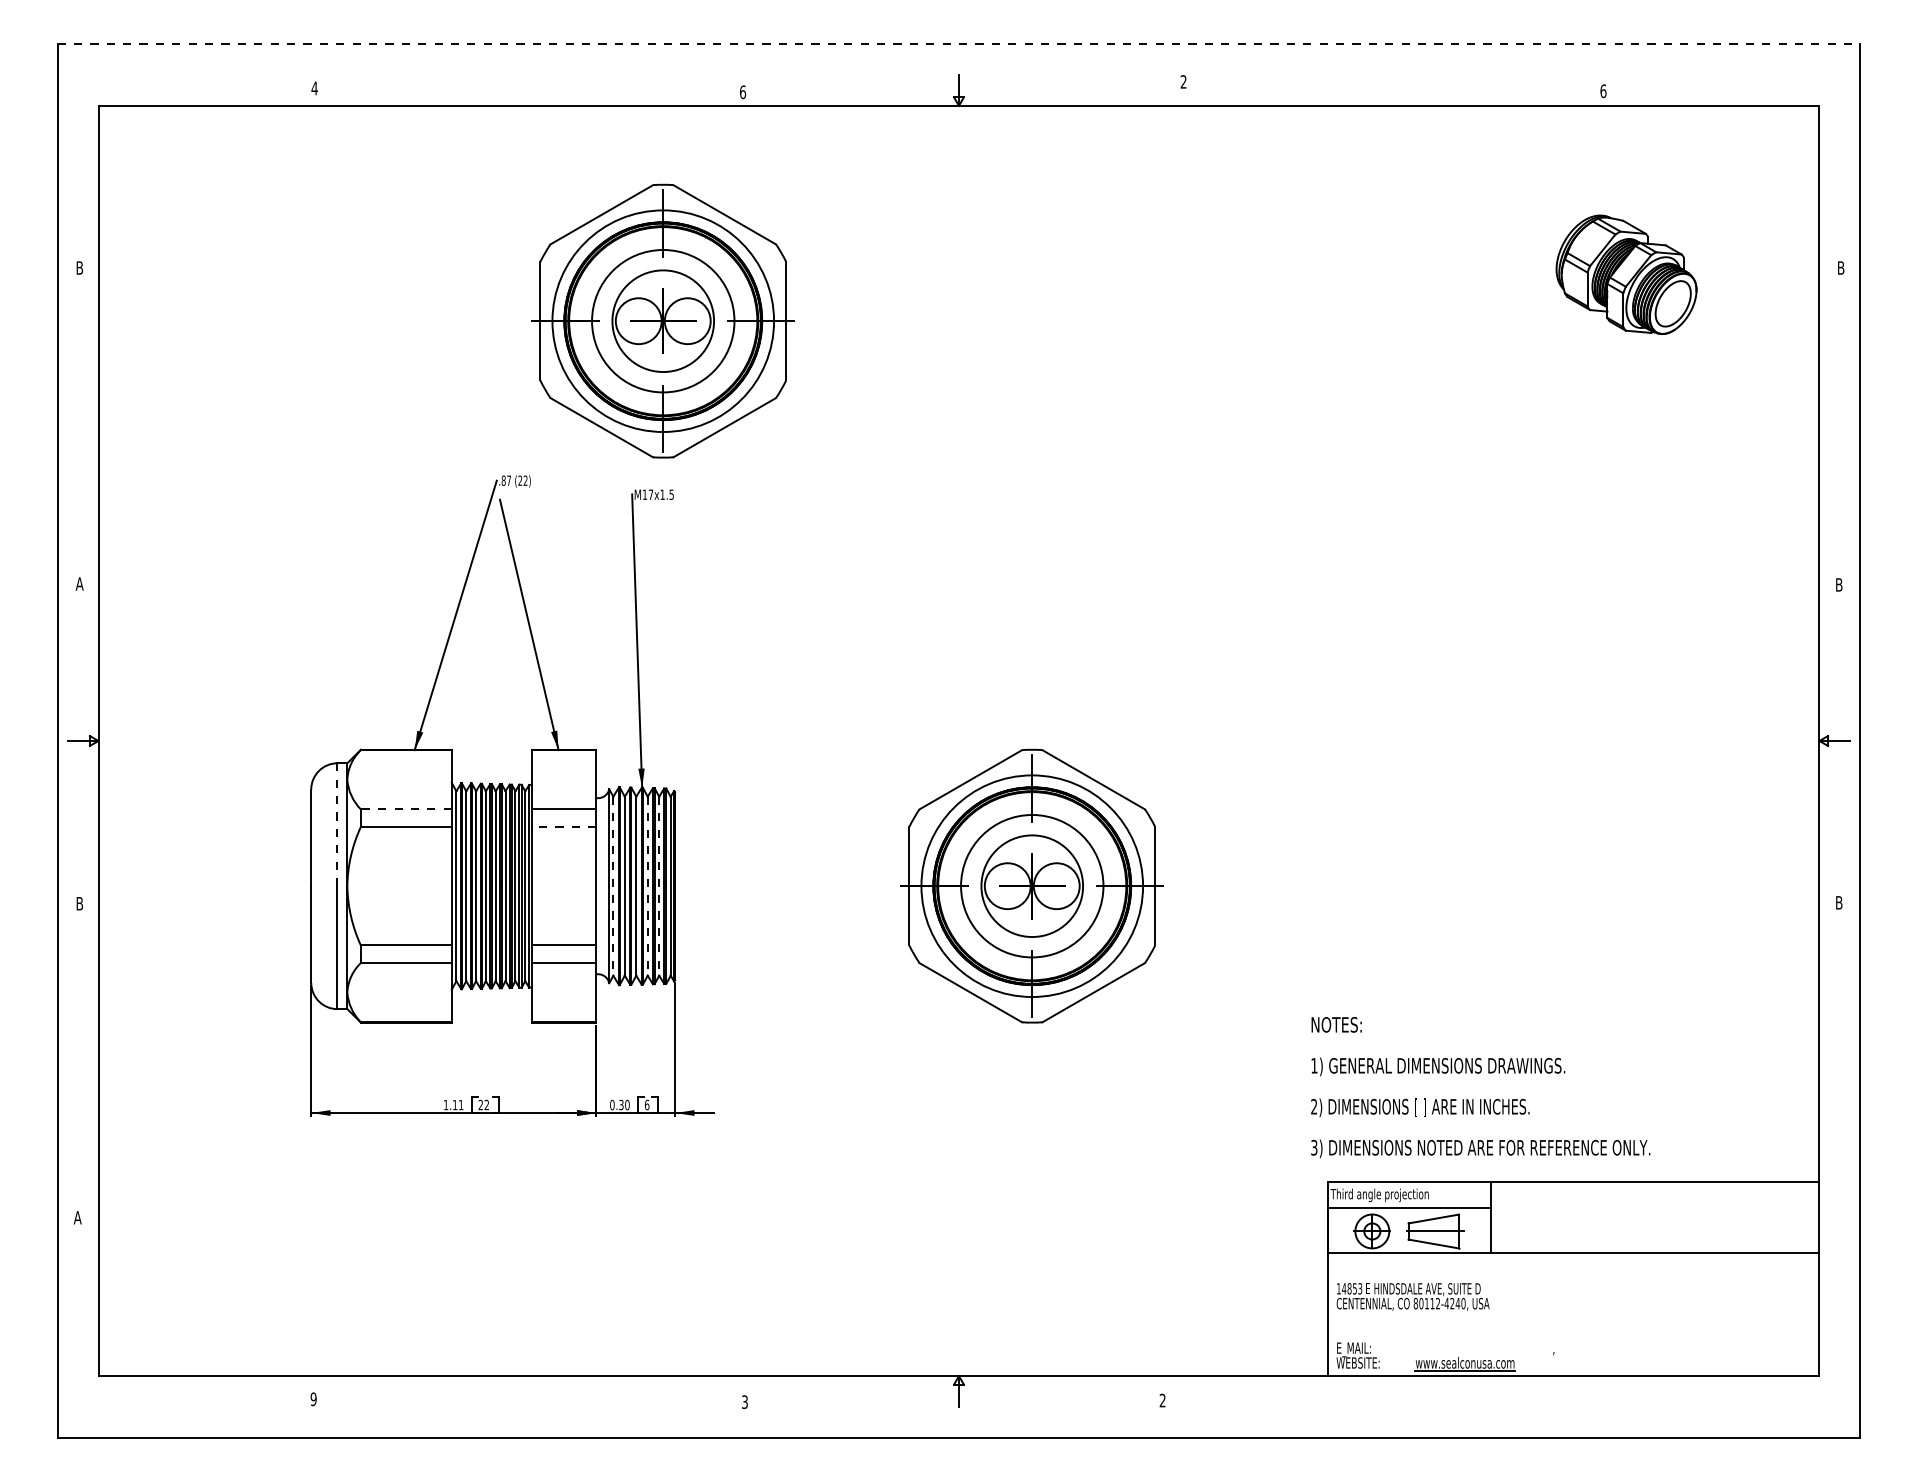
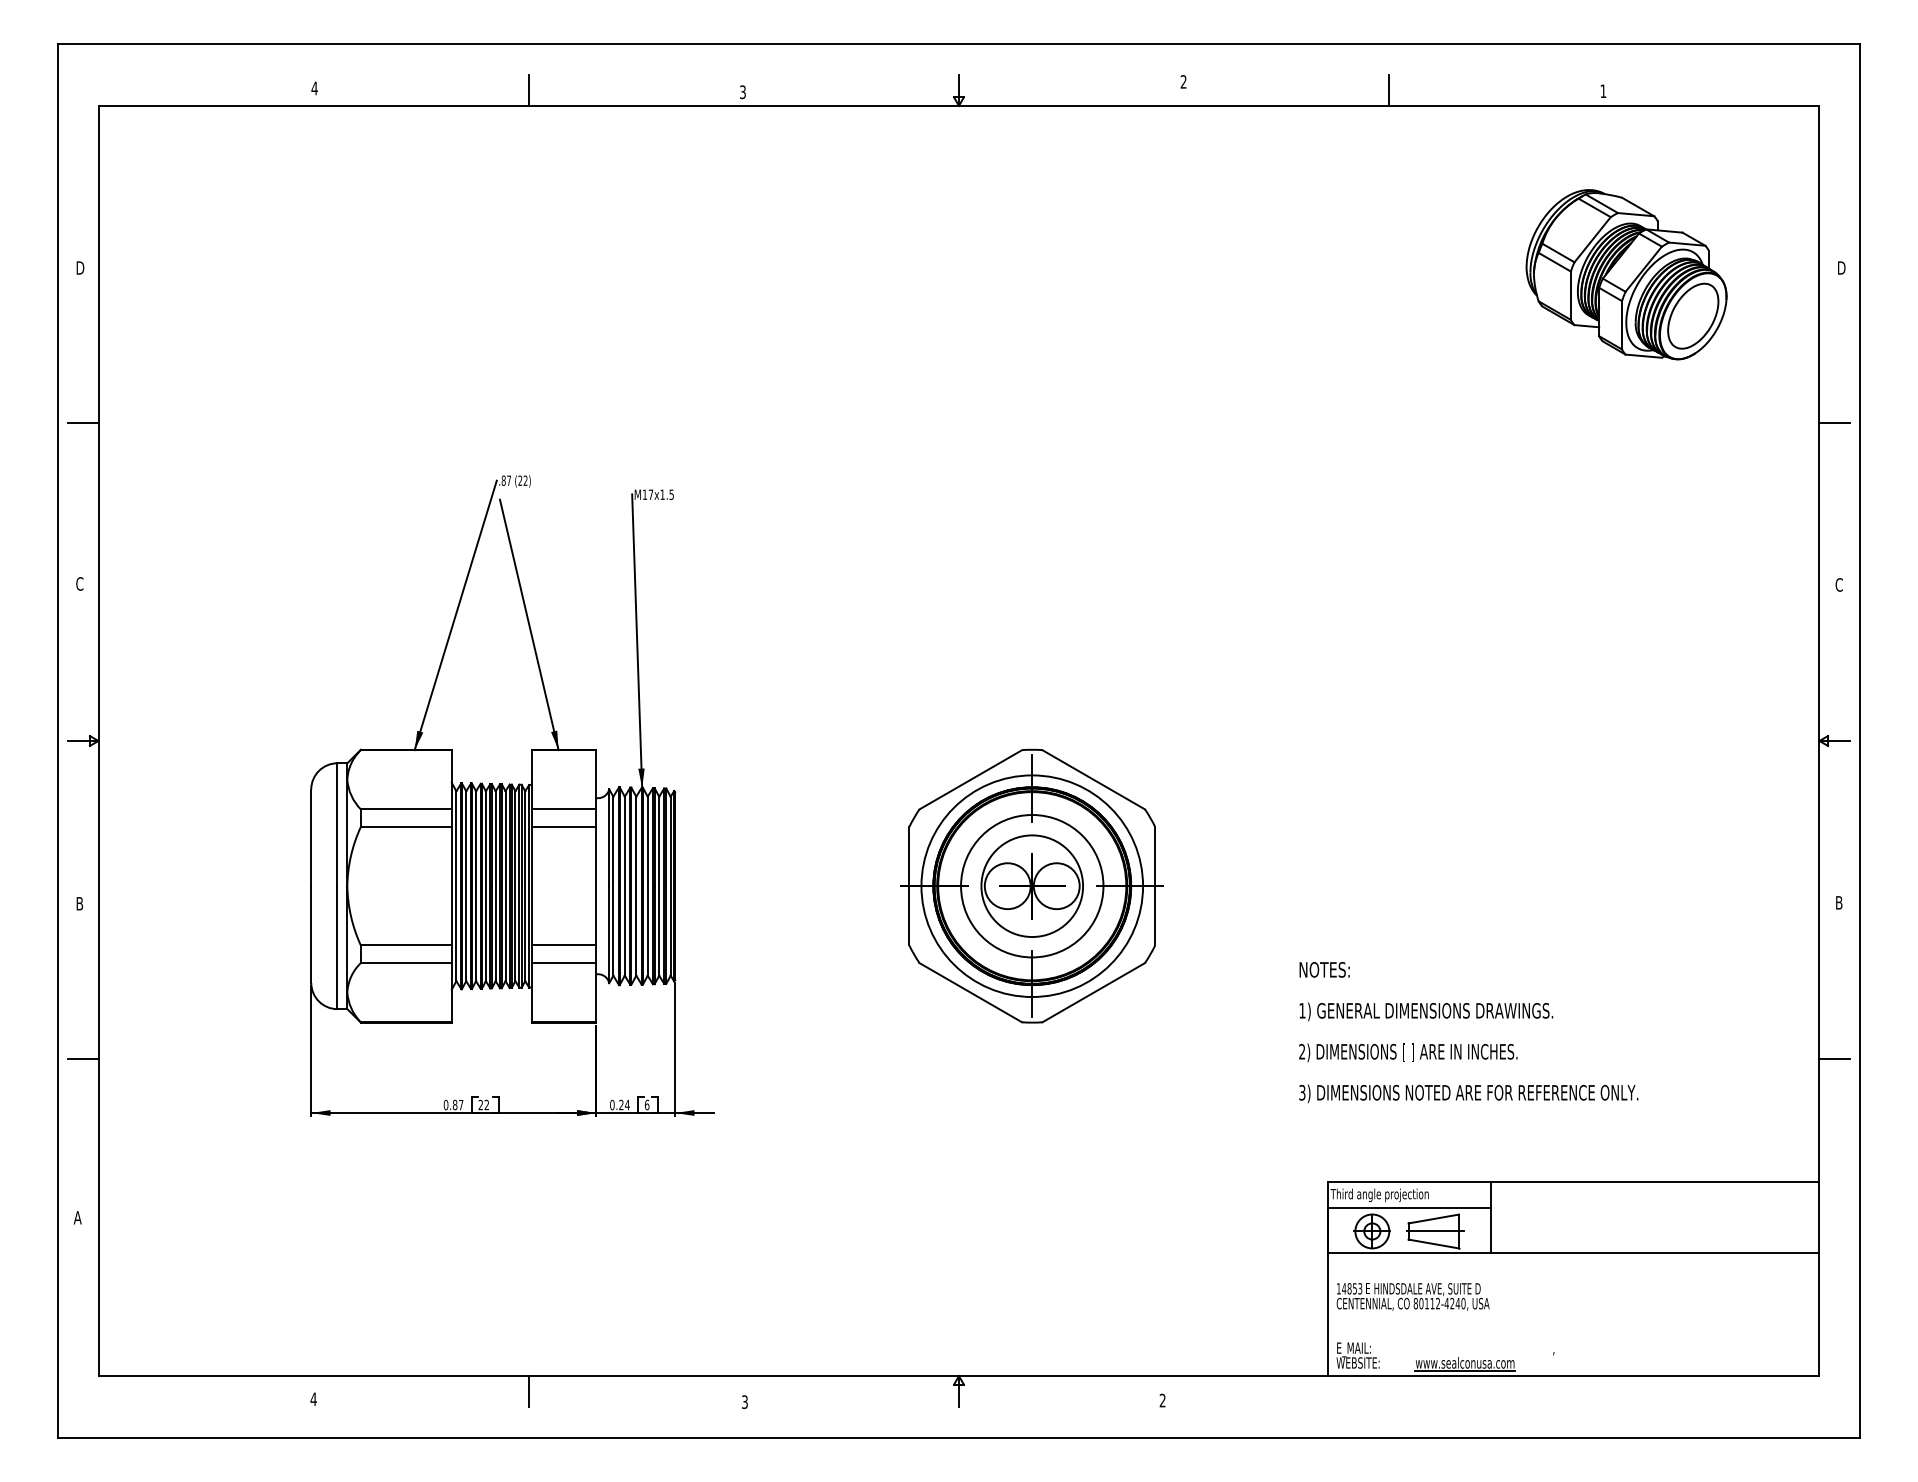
line at (959, 44): dashed -> solid
line at (528, 90): none -> present
line at (1389, 90): none -> present
text at (1603, 91): 6 -> 1
text at (743, 92): 6 -> 3
text at (81, 268): B -> D
text at (1842, 268): B -> D
part at (1626, 274) size: 143x121 px -> 203x172 px
part at (662, 320): present -> none
line at (82, 423): none -> present
line at (1834, 423): none -> present
text at (79, 583): A -> C
text at (1838, 584): B -> C
line at (405, 809): dashed -> solid
line at (337, 825): dashed -> solid
line at (563, 827): dashed -> solid
line at (613, 886): dashed -> solid
line at (647, 886): dashed -> solid
line at (659, 886): dashed -> solid
line at (82, 1058): none -> present
line at (1834, 1058): none -> present
text at (1480, 1087) position: (1480, 1087) -> (1468, 1032)
text at (453, 1104): 1.11 -> 0.87
text at (624, 1104): 0.30 -> 0.24
line at (528, 1391): none -> present
text at (313, 1399): 9 -> 4
